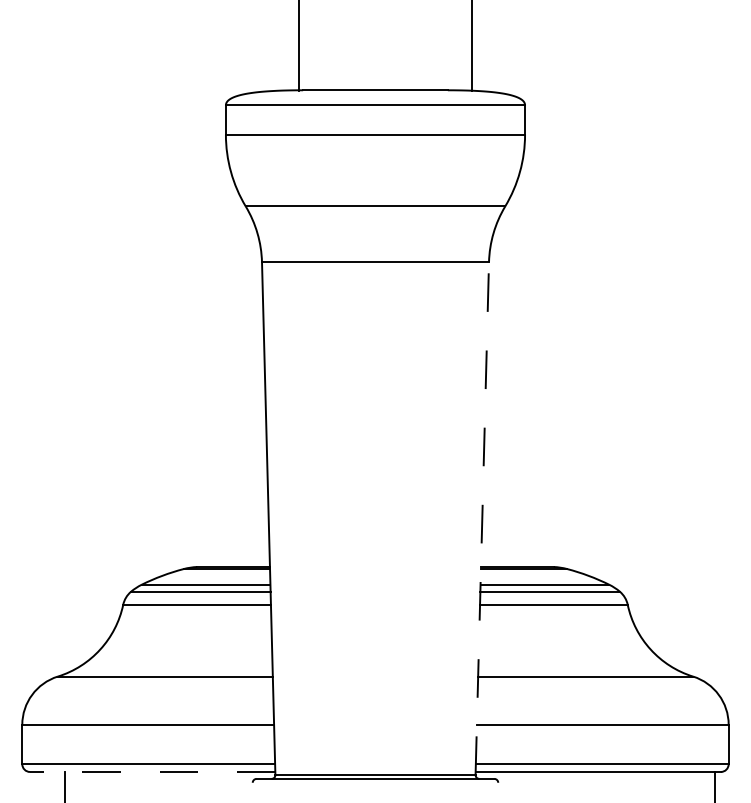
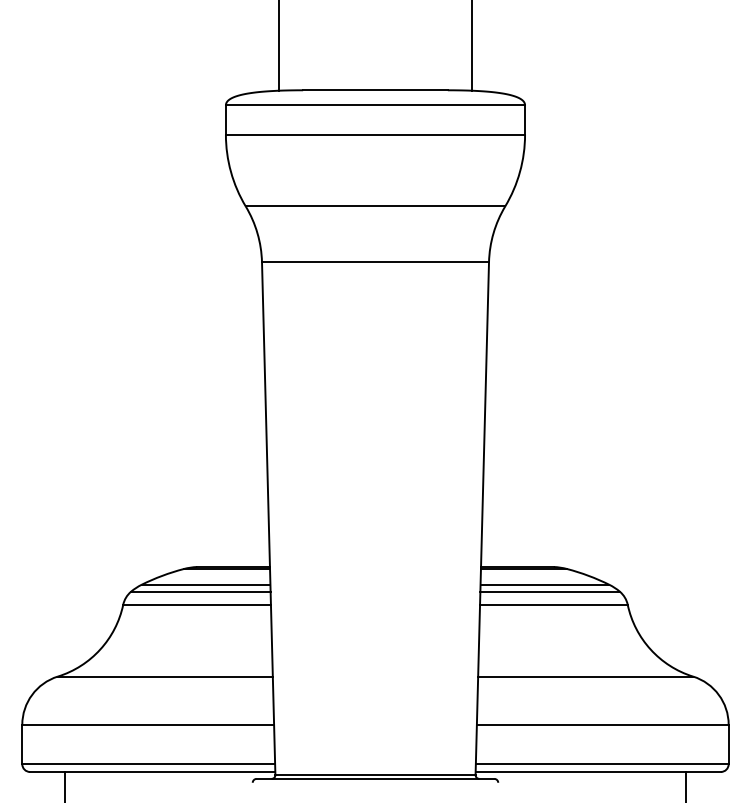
line at (298, 46) position: (298, 46) -> (278, 46)
line at (482, 518): dashed -> solid
line at (152, 771): dashed -> solid
line at (715, 785) position: (715, 785) -> (686, 785)
